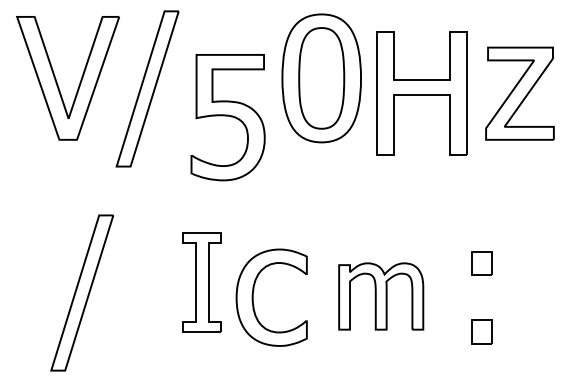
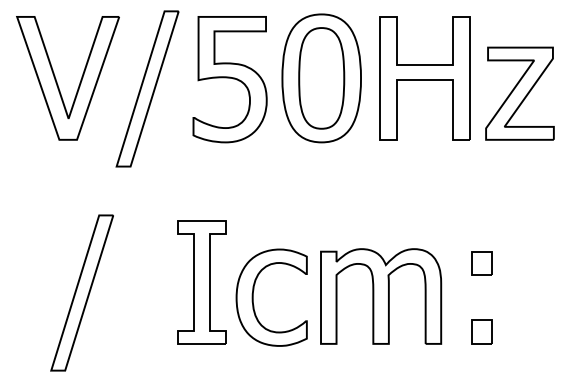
part at (421, 93) position: (421, 93) -> (424, 78)
part at (227, 117) position: (227, 117) -> (229, 79)
part at (201, 282) size: 40x101 px -> 50x125 px
part at (381, 296) size: 87x69 px -> 123x97 px
